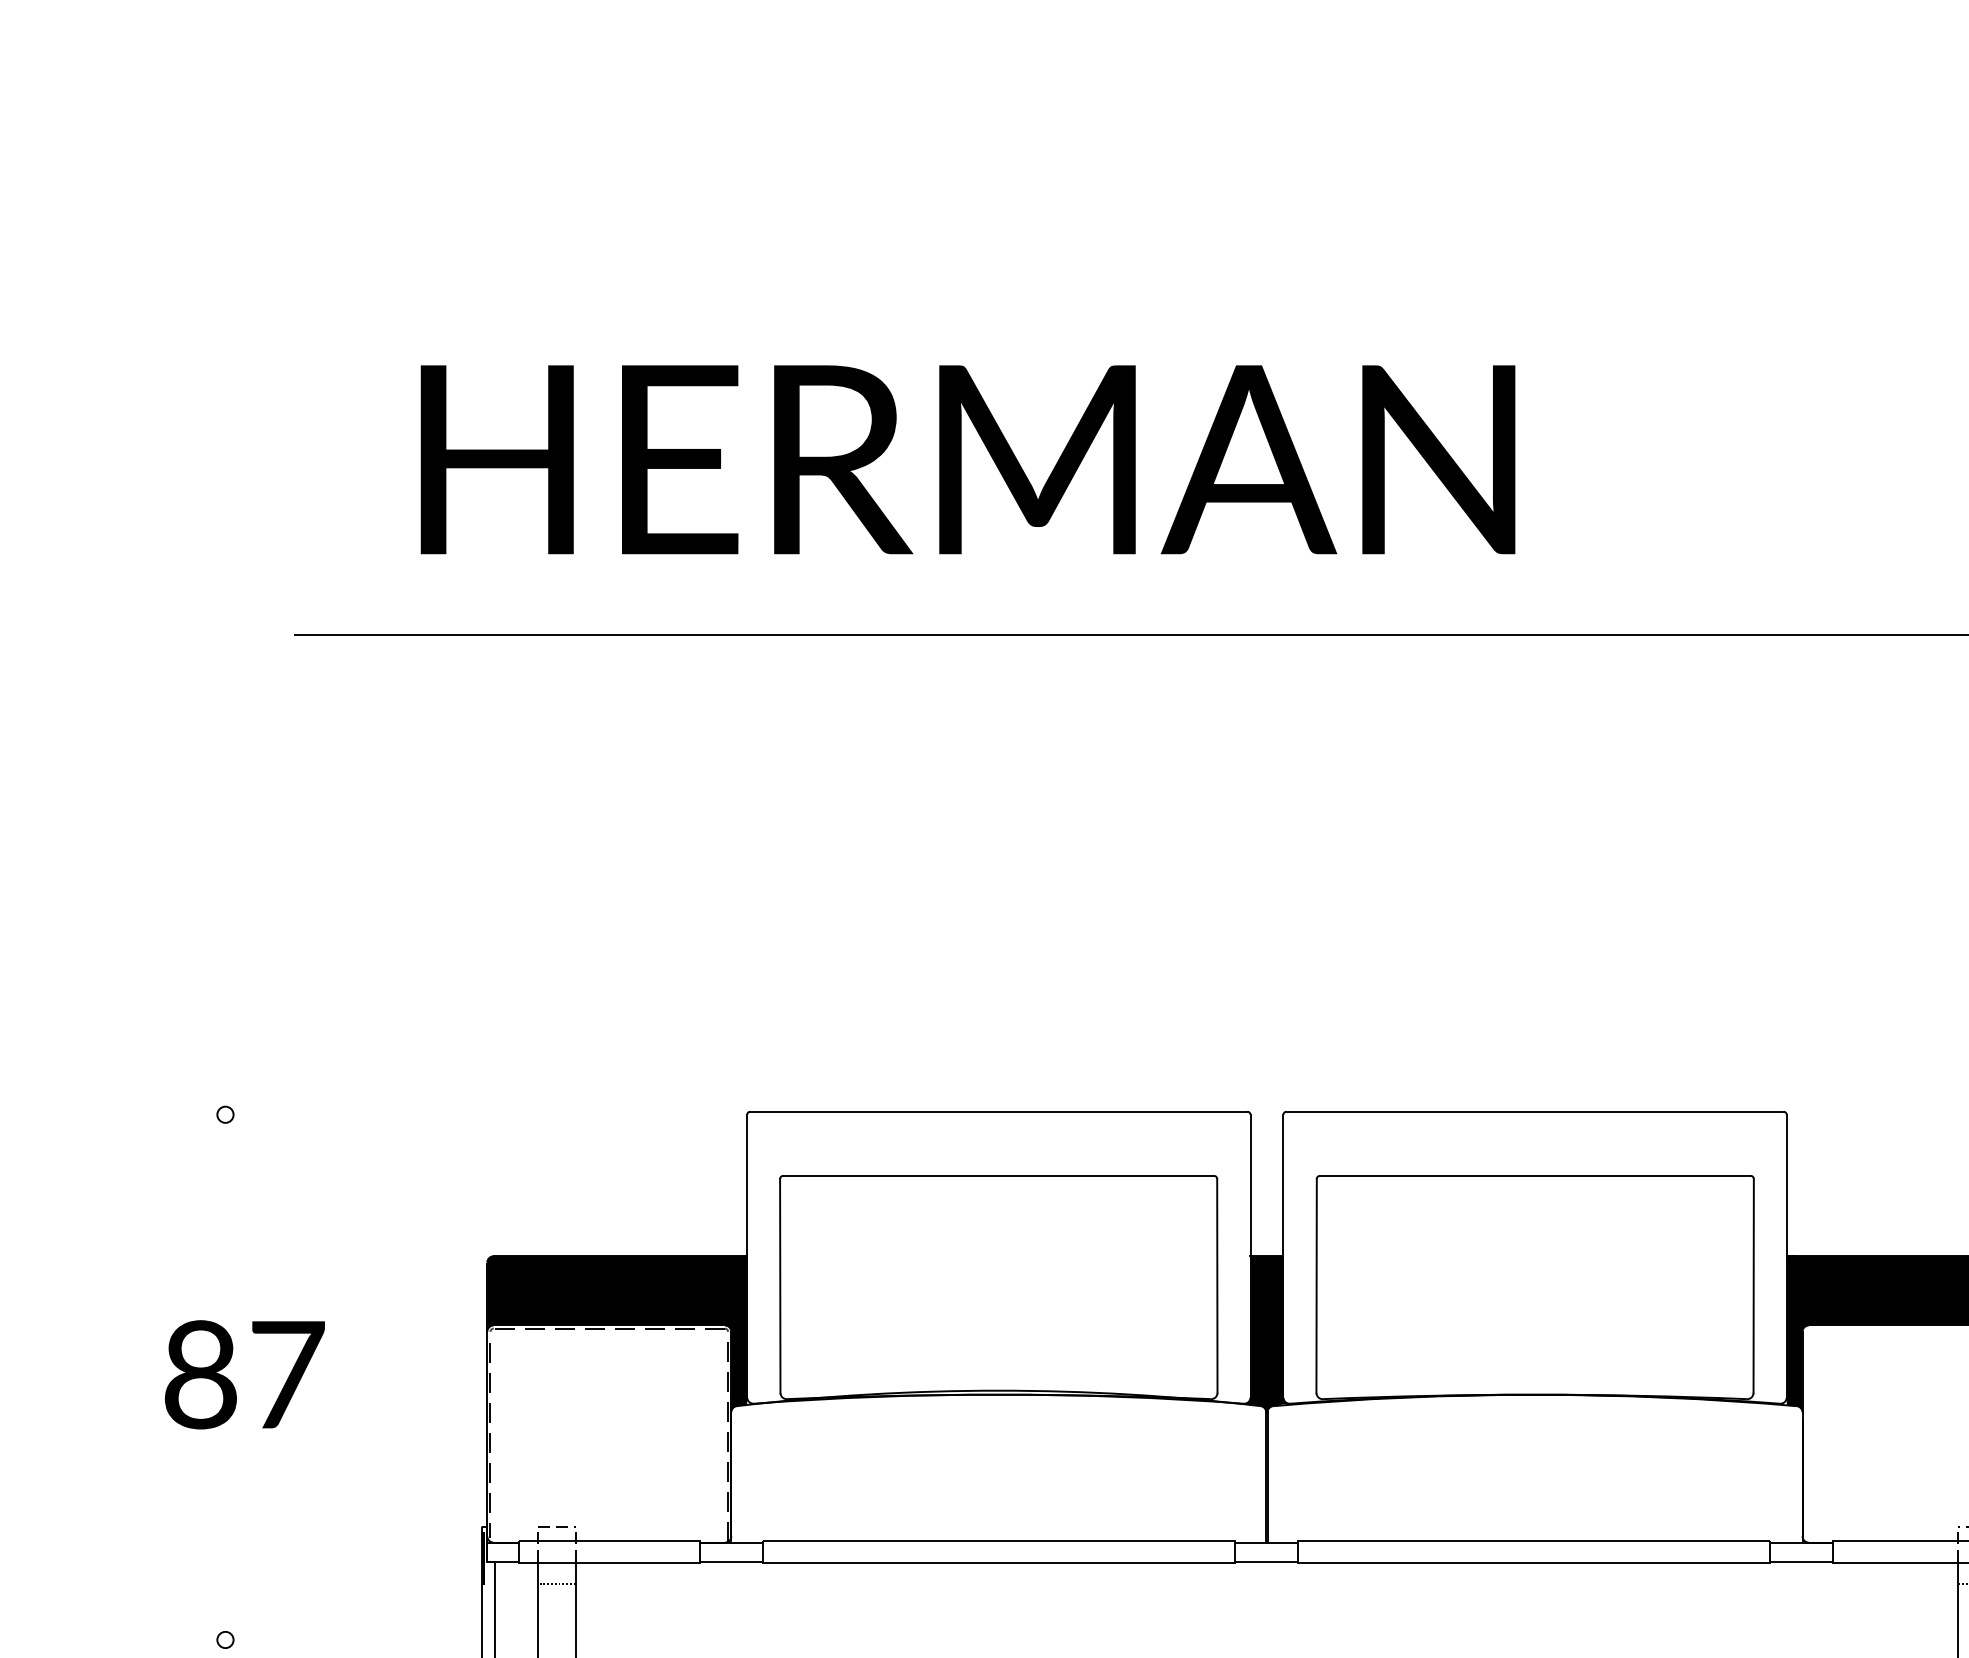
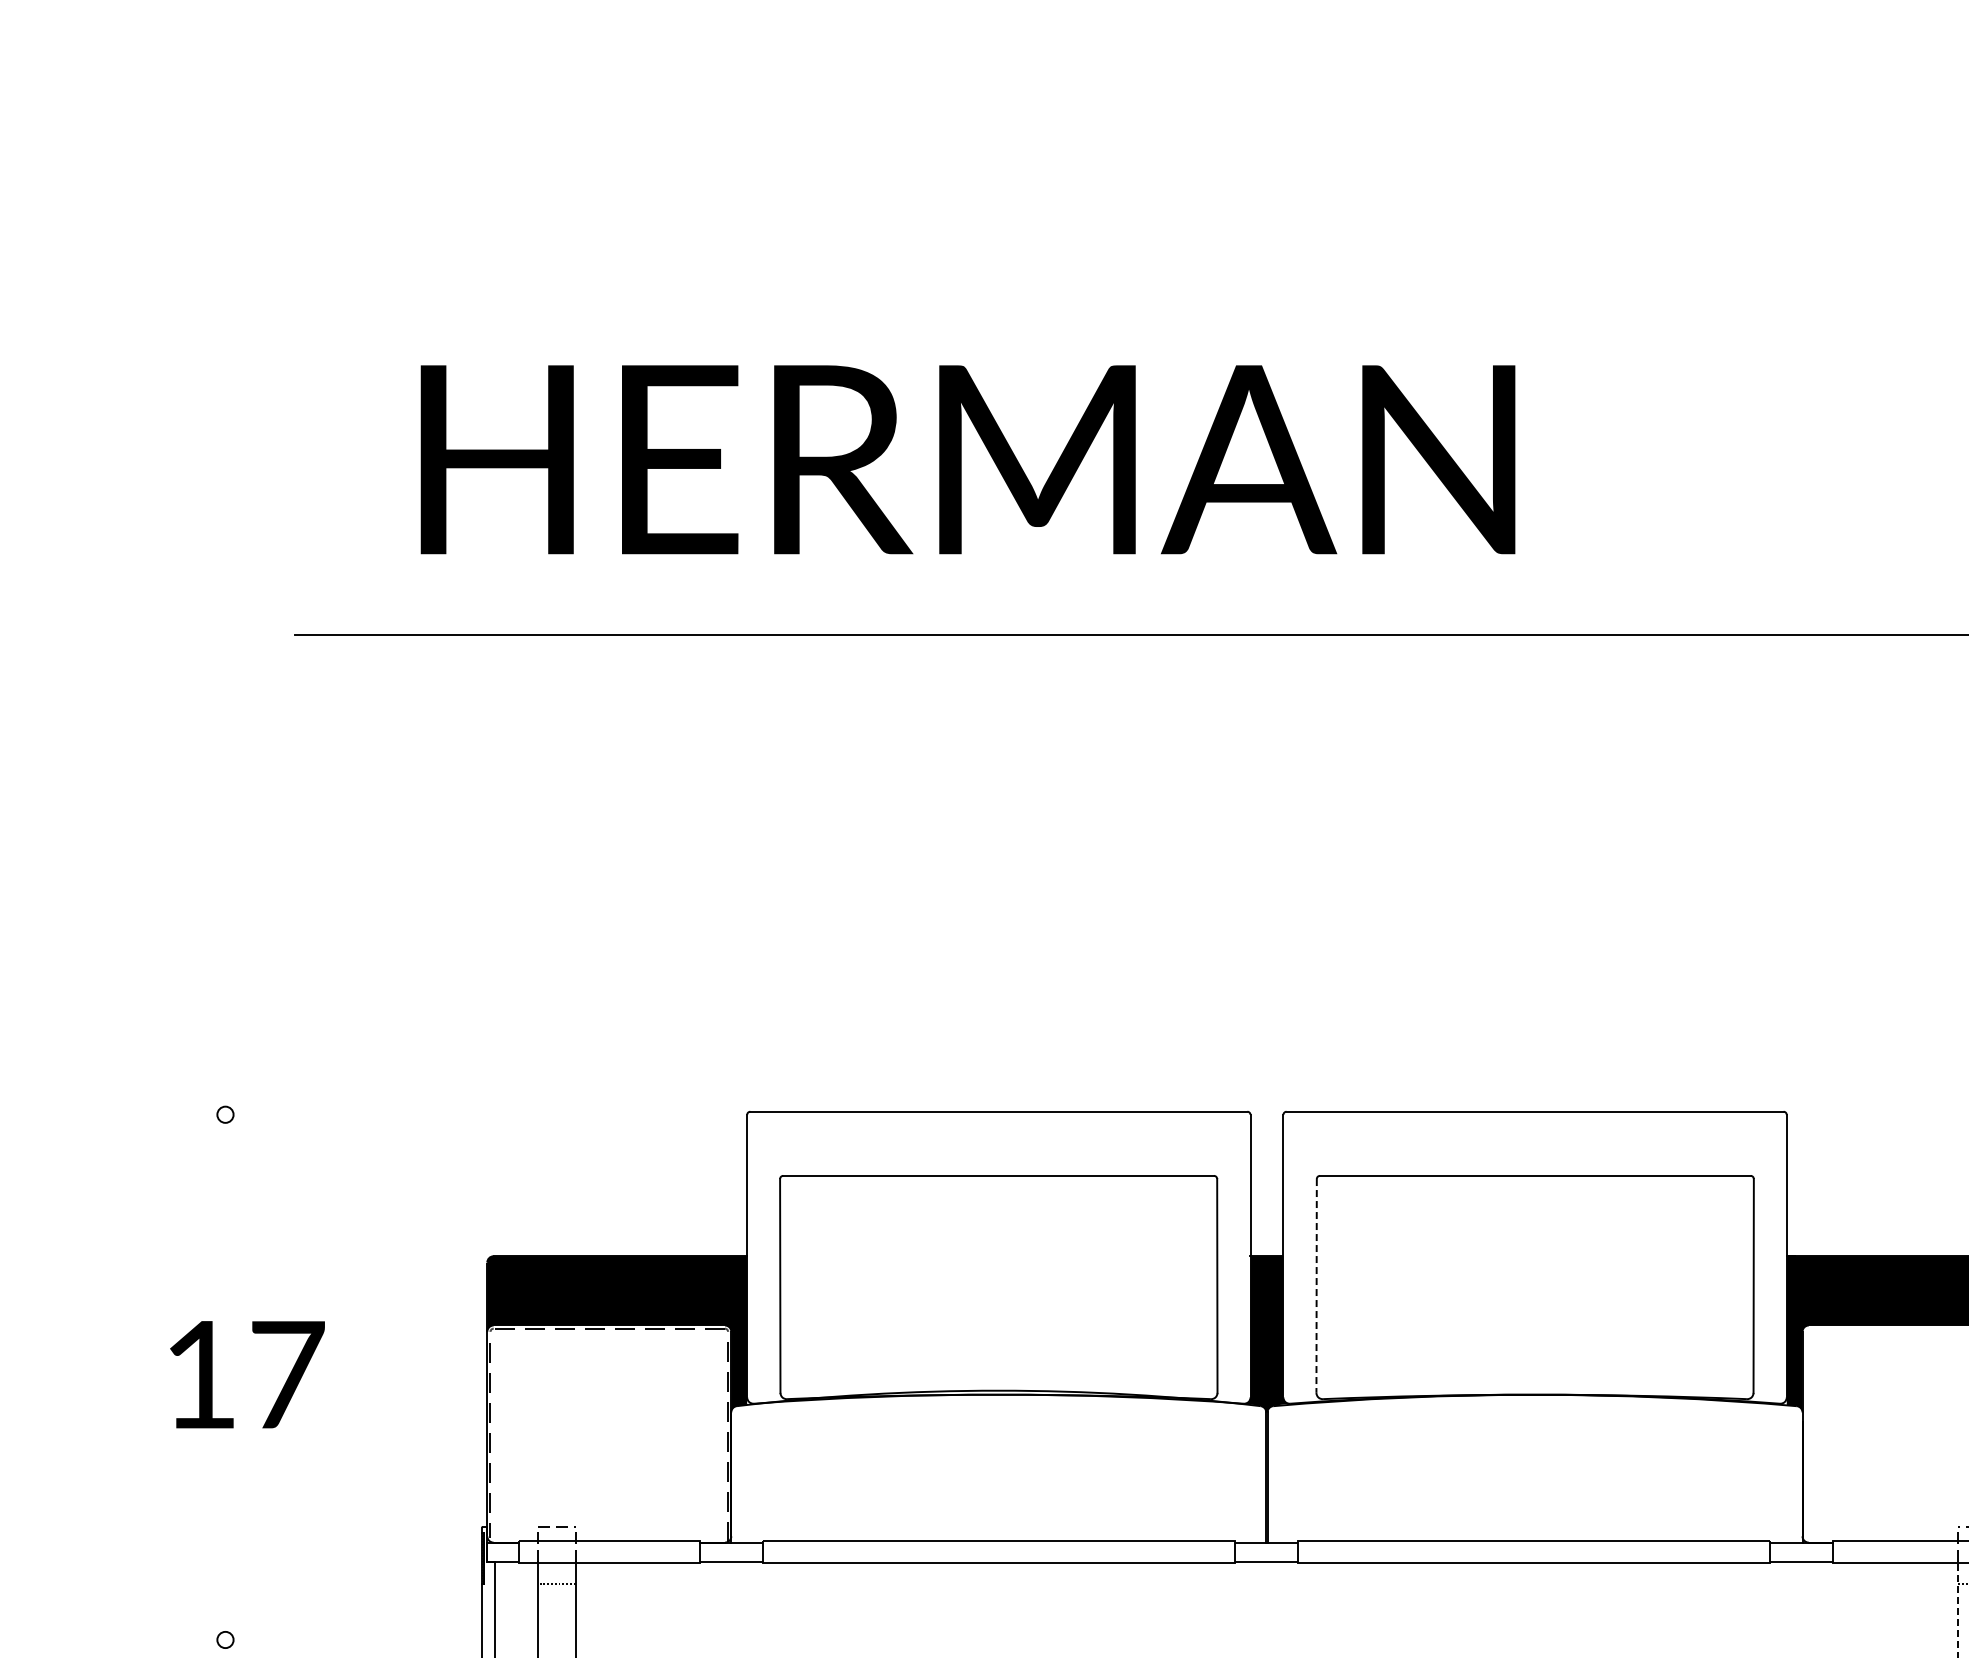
line at (1316, 1285): solid -> dashed
text at (200, 1374): 87 -> 17
line at (1958, 1609): solid -> dashed
